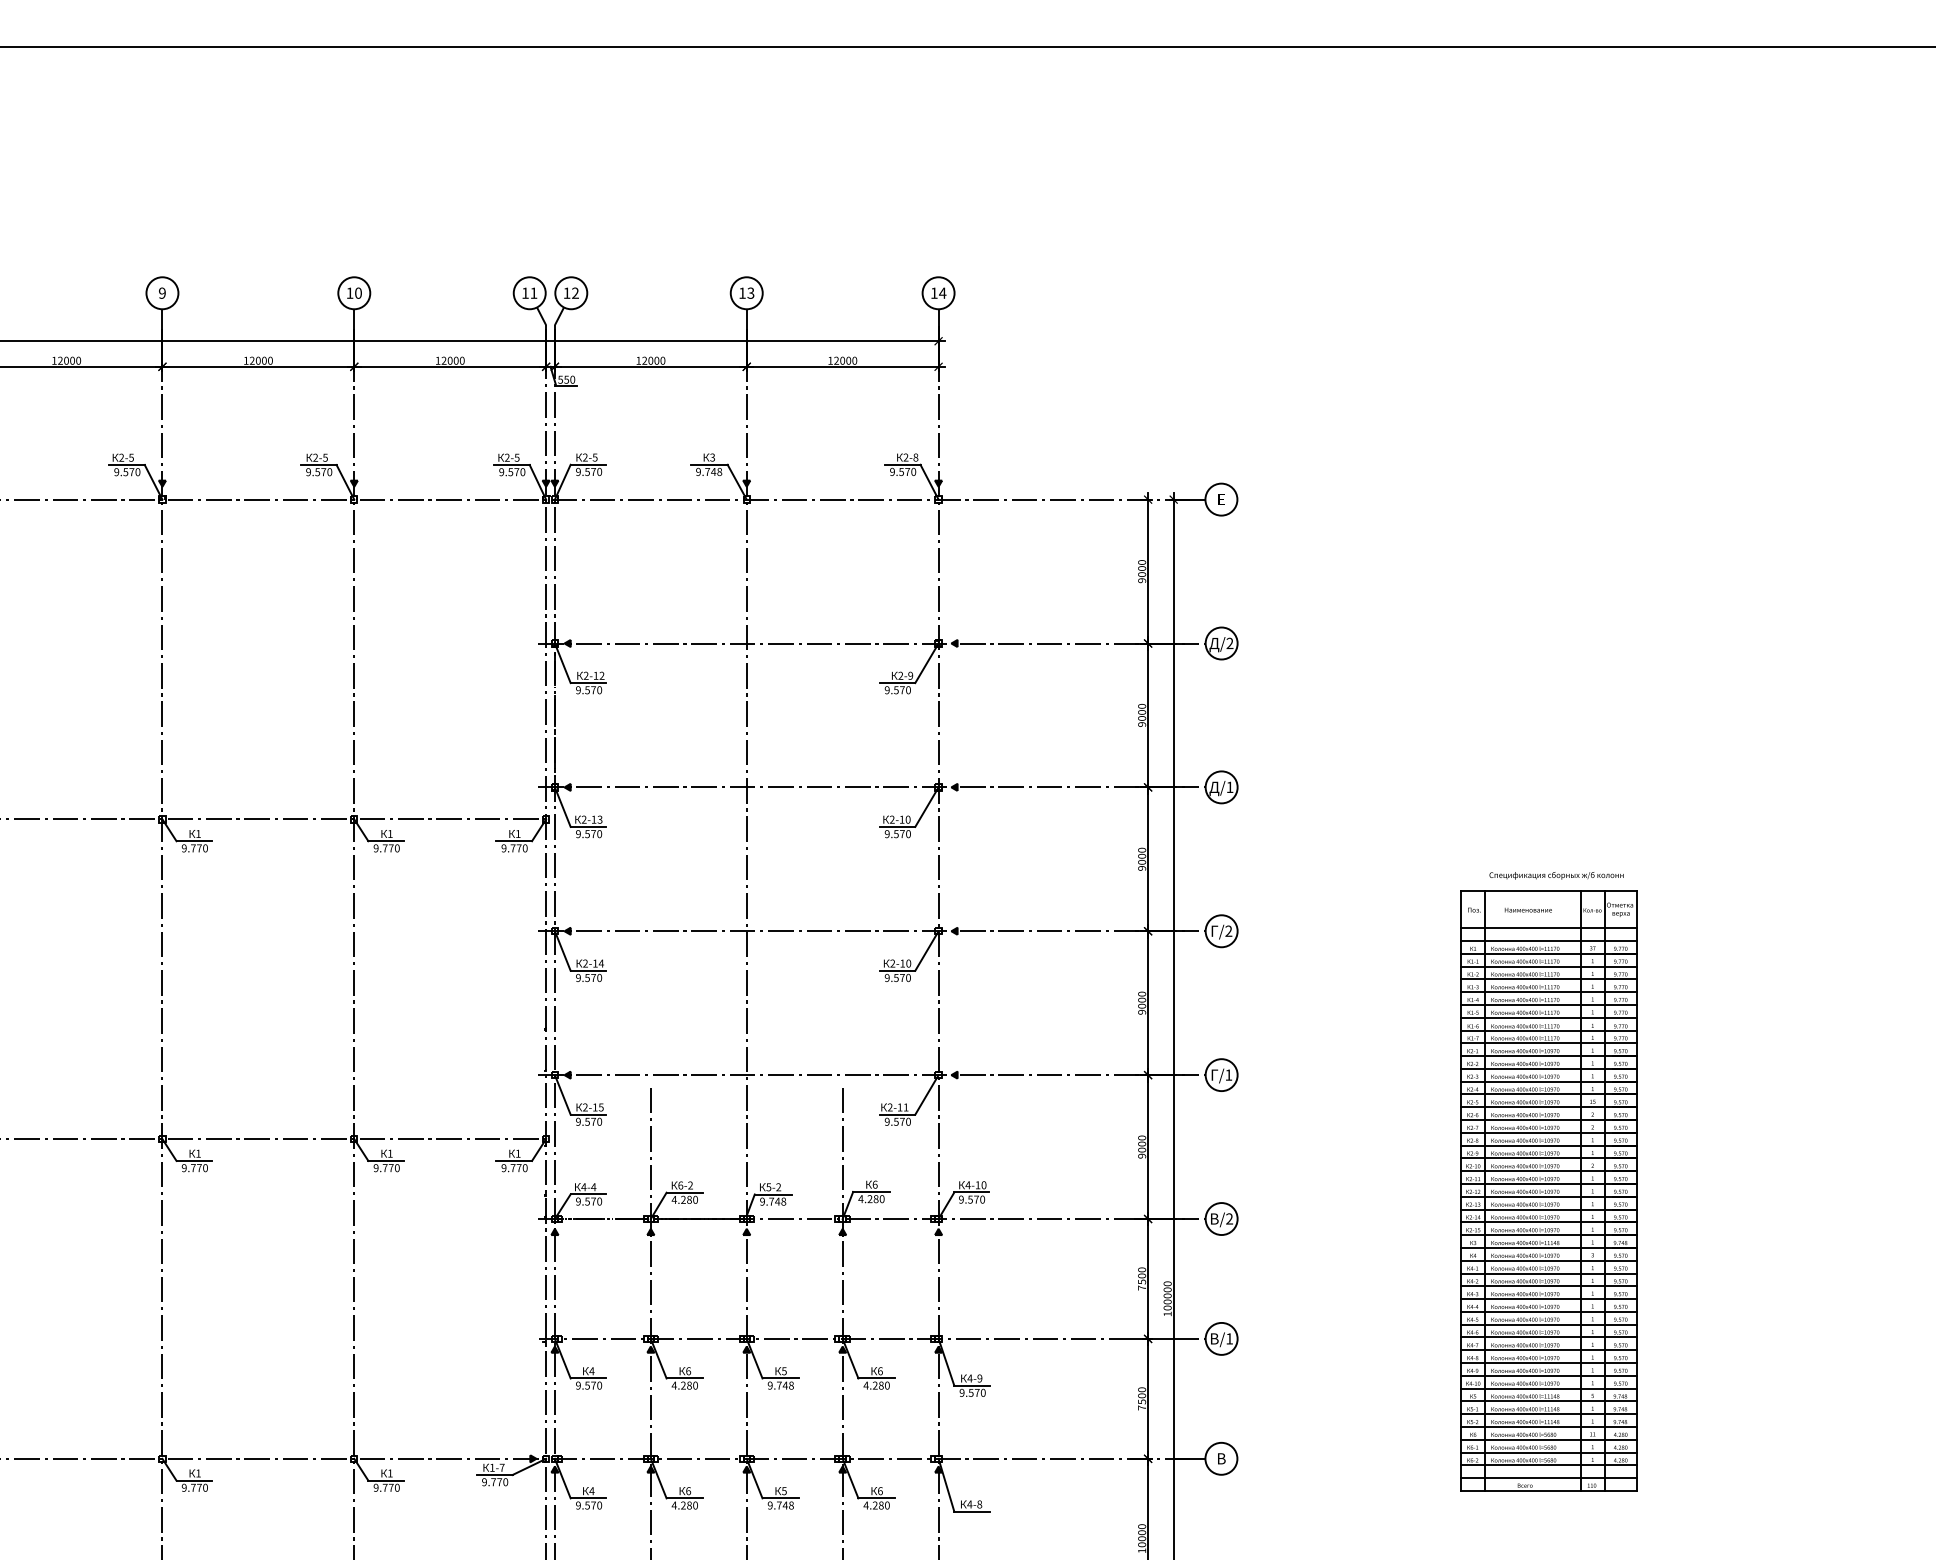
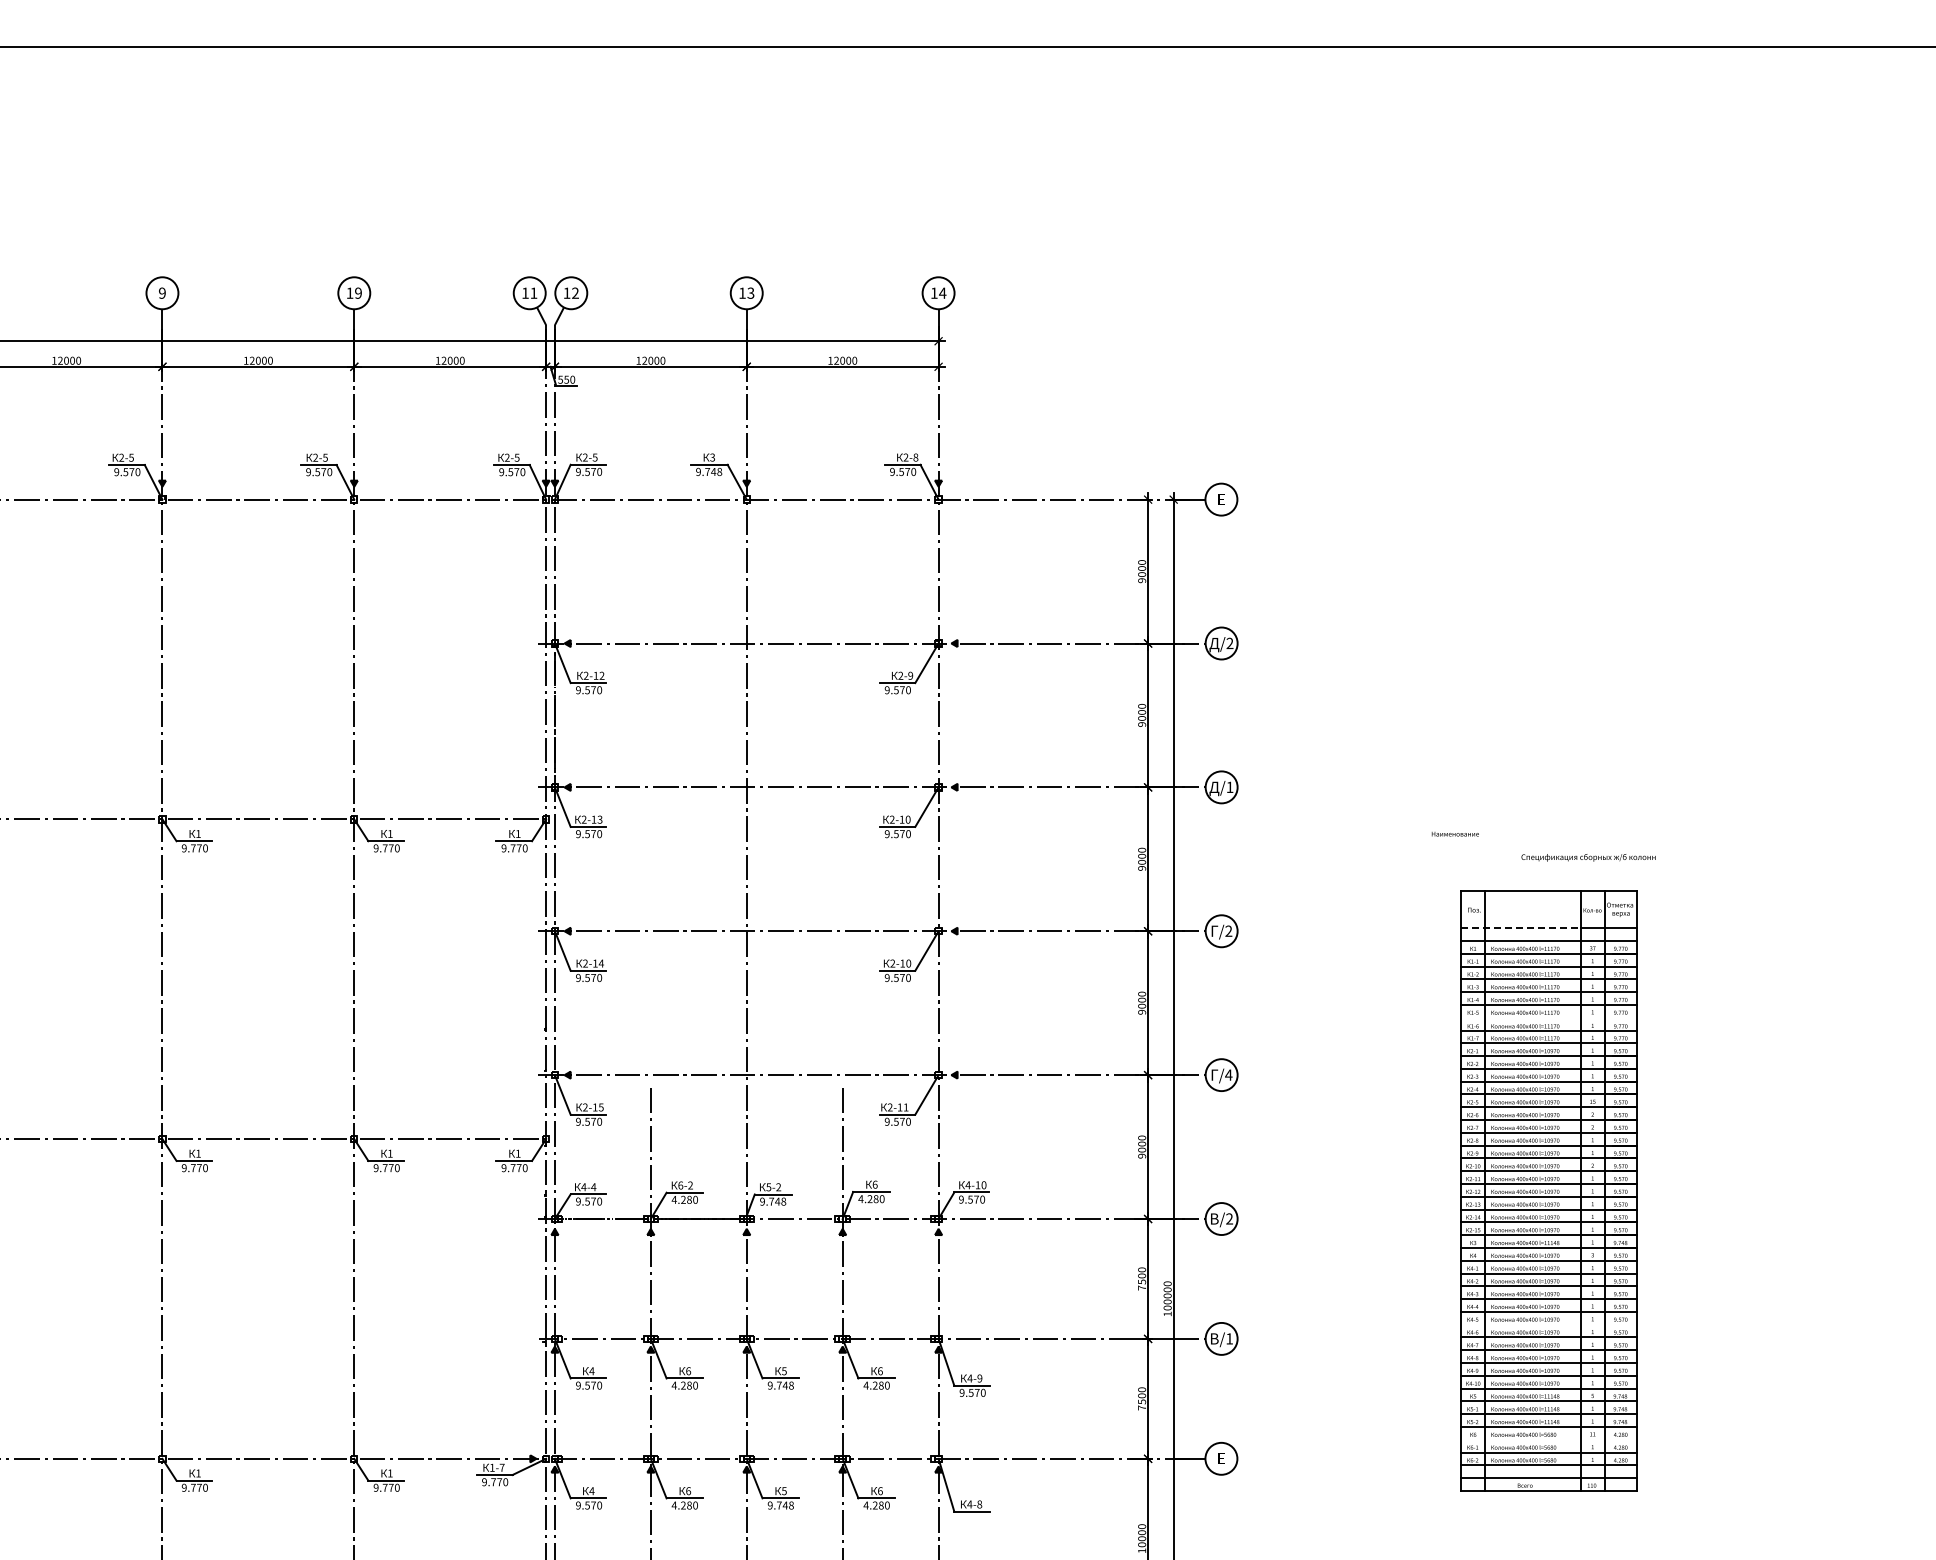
text at (358, 292): 10 -> 19
text at (1556, 875) position: (1556, 875) -> (1588, 857)
text at (1527, 910) position: (1527, 910) -> (1454, 834)
line at (1521, 928): solid -> dashed
line at (1549, 1017): present -> none
text at (1228, 1074): /1 -> /4
line at (1549, 1324): present -> none
line at (1549, 1439): present -> none
text at (1221, 1458): В -> Е
